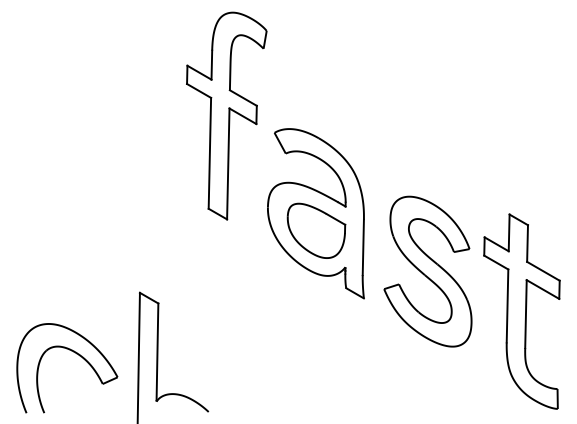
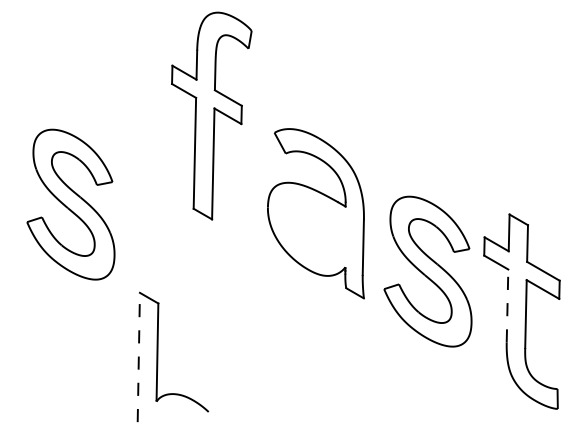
part at (226, 115) position: (226, 115) -> (211, 115)
part at (70, 204): none -> present
part at (316, 230): present -> none
line at (507, 305): solid -> dashed
part at (76, 354): present -> none
line at (138, 357): solid -> dashed
